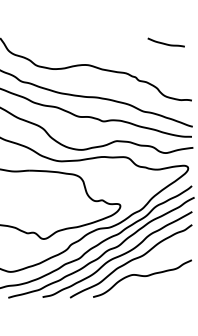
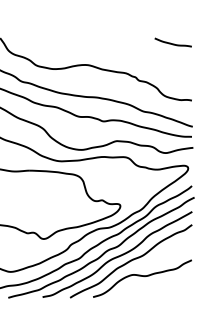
curve at (165, 43) position: (165, 43) -> (172, 43)
